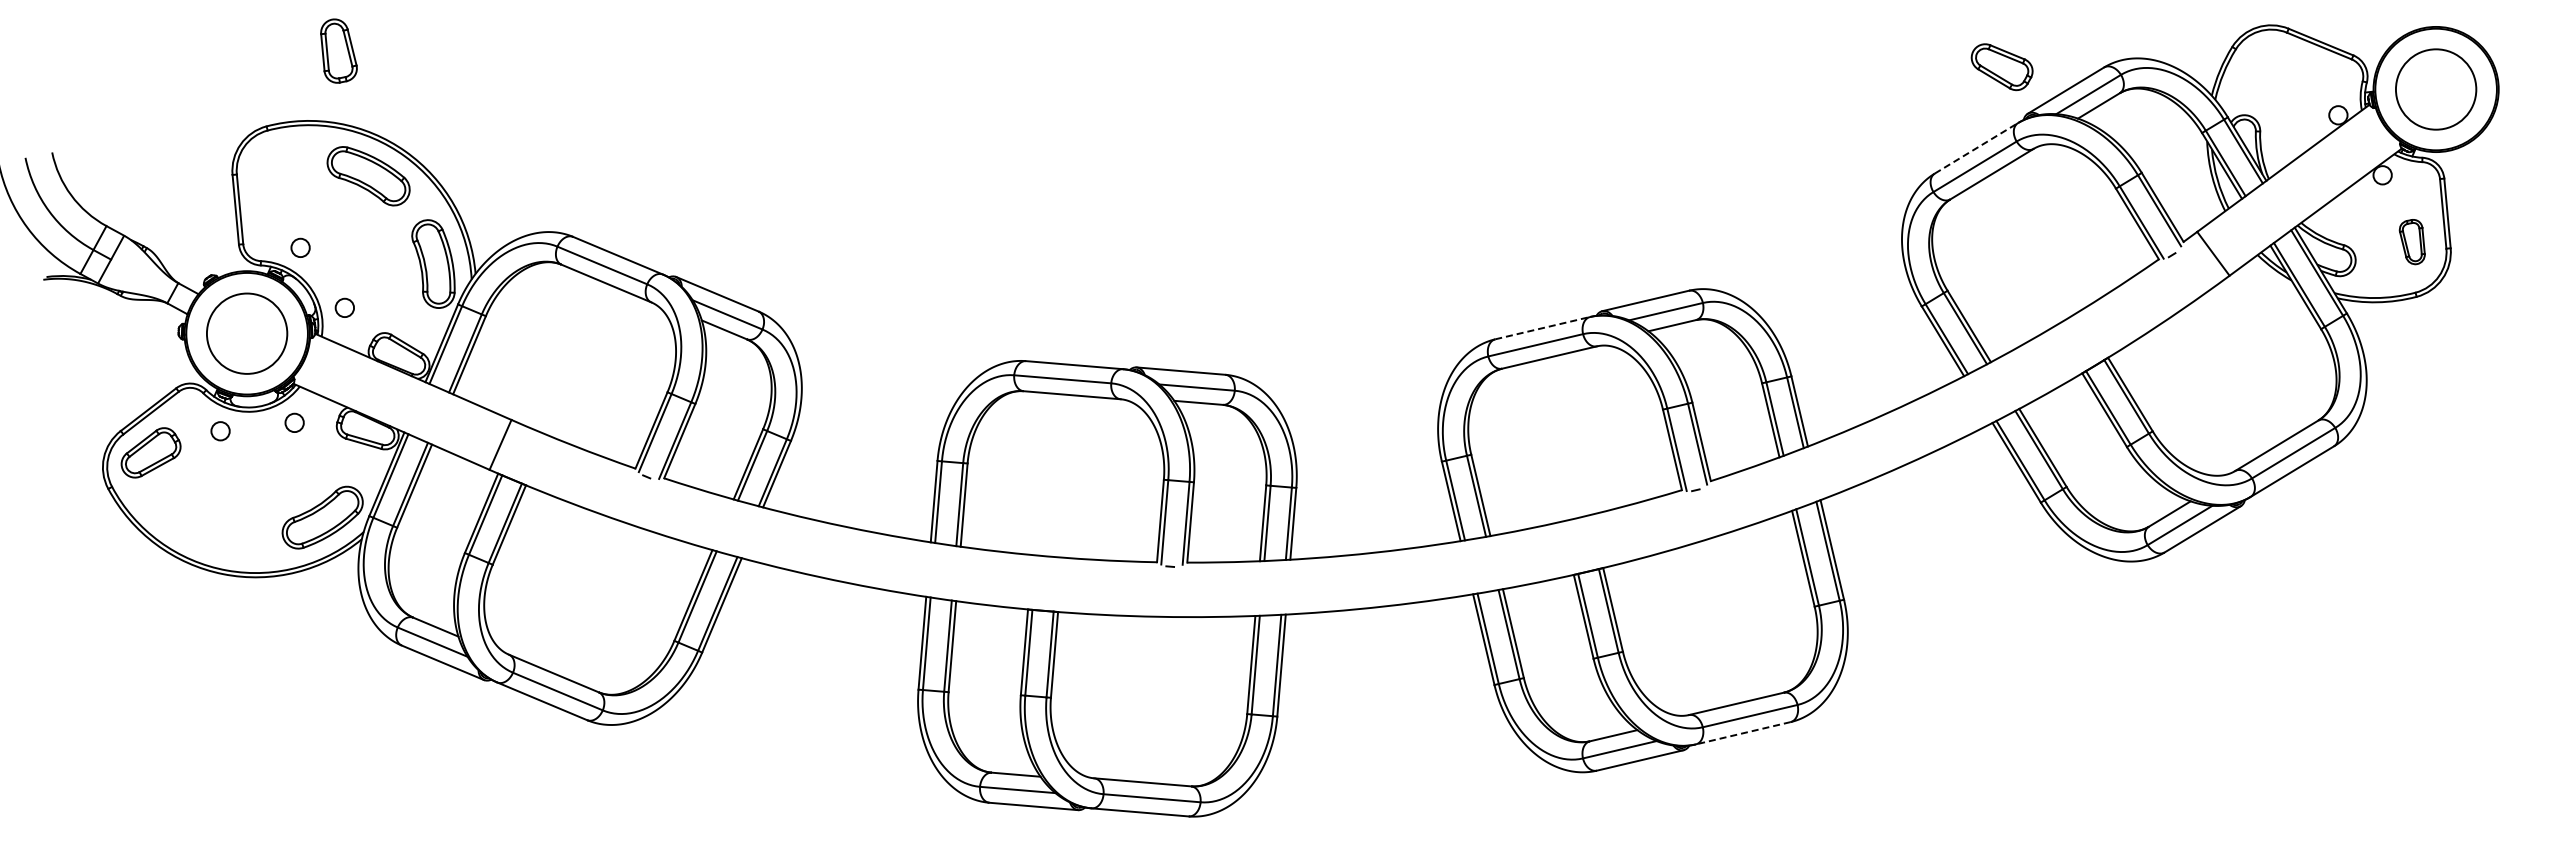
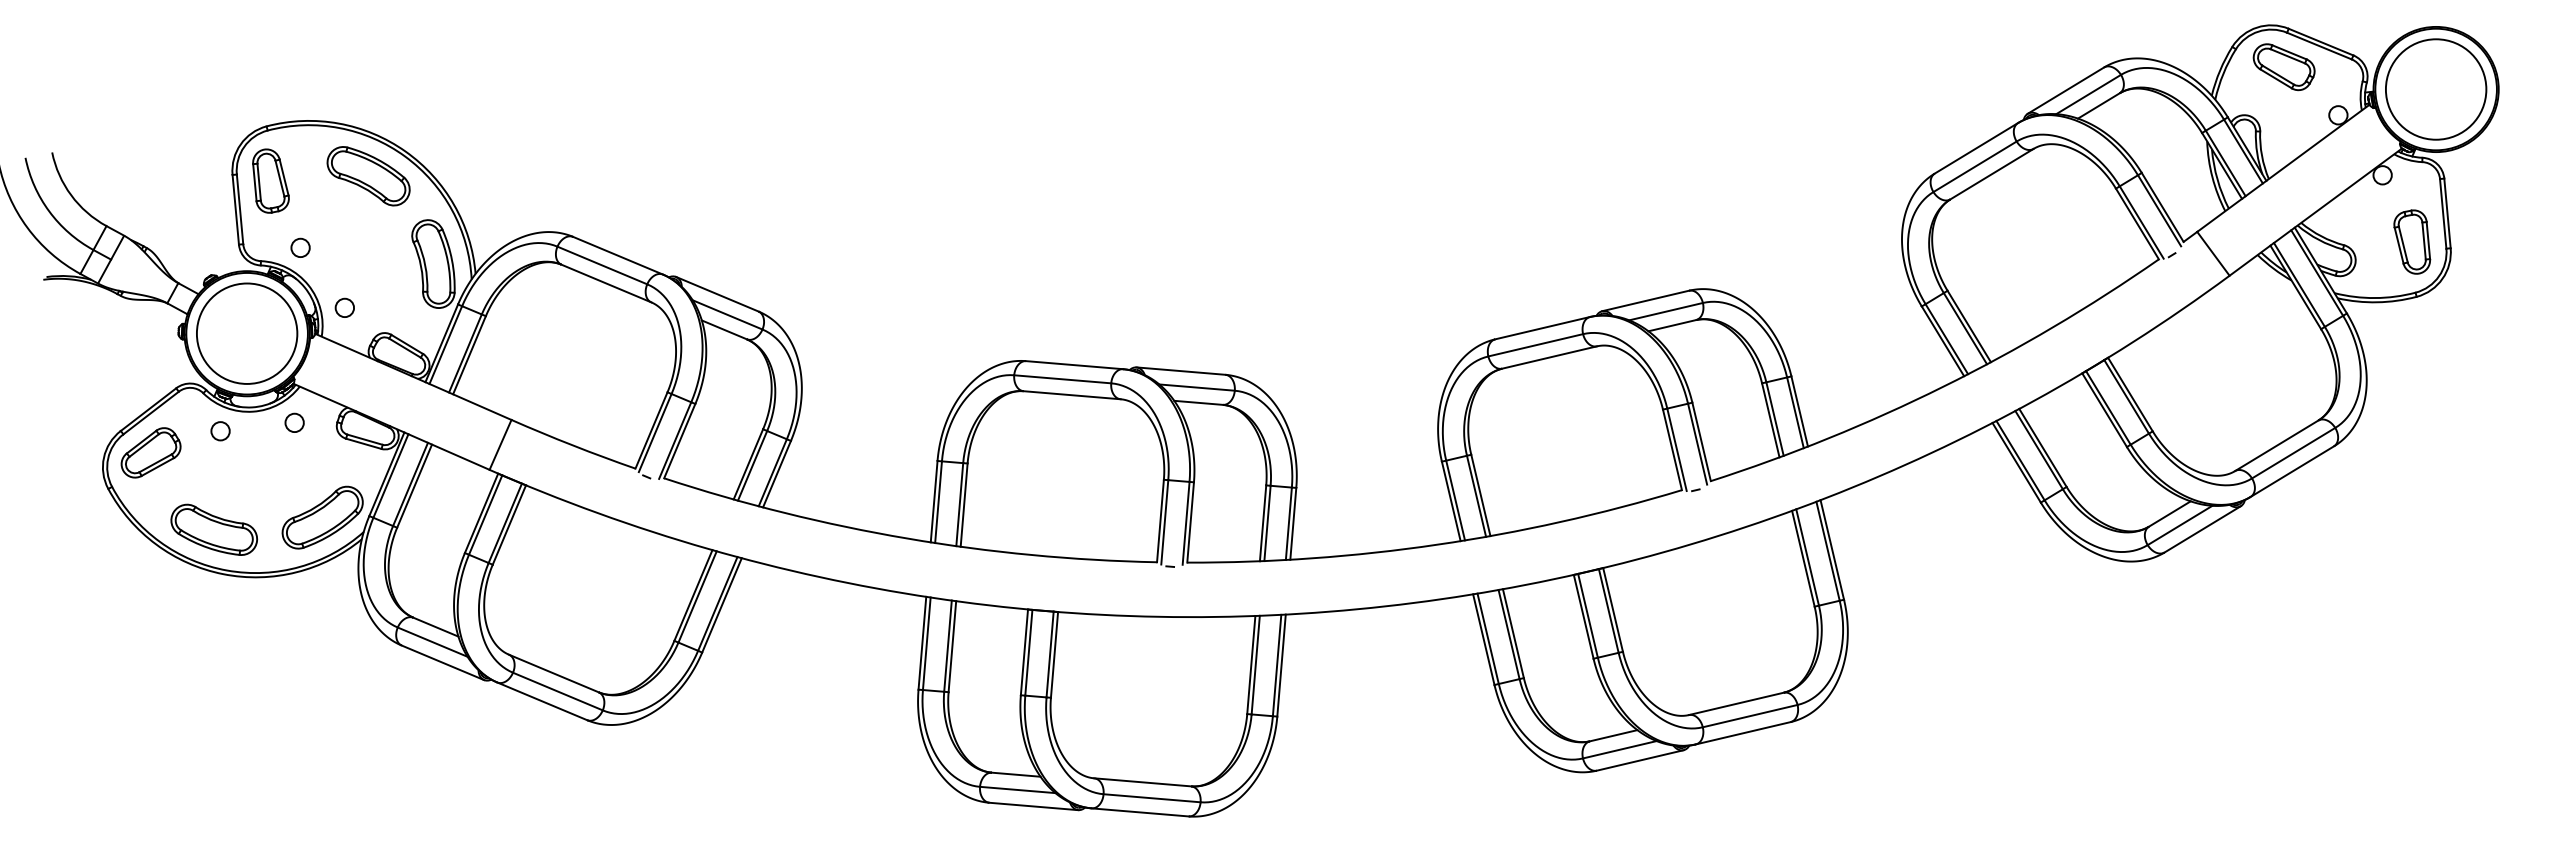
part at (338, 50) position: (338, 50) -> (270, 180)
part at (2001, 67) position: (2001, 67) -> (2283, 67)
circle at (2435, 89) diameter: 80 px -> 100 px
line at (1976, 148): dashed -> solid
part at (2411, 242) size: 28x47 px -> 39x66 px
line at (1542, 328): dashed -> solid
circle at (246, 333) diameter: 80 px -> 100 px
part at (214, 529): none -> present
line at (1743, 733): dashed -> solid
